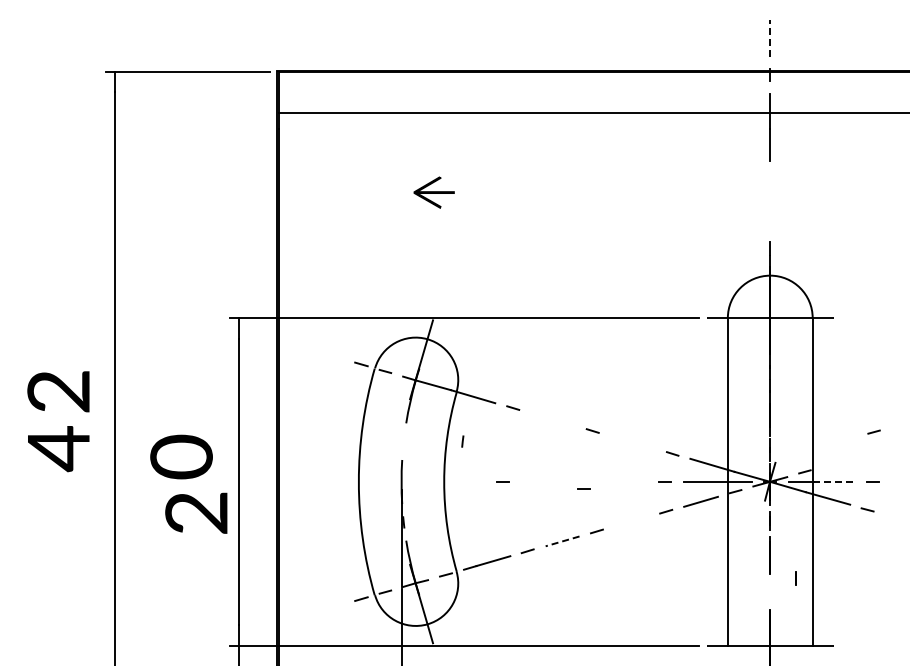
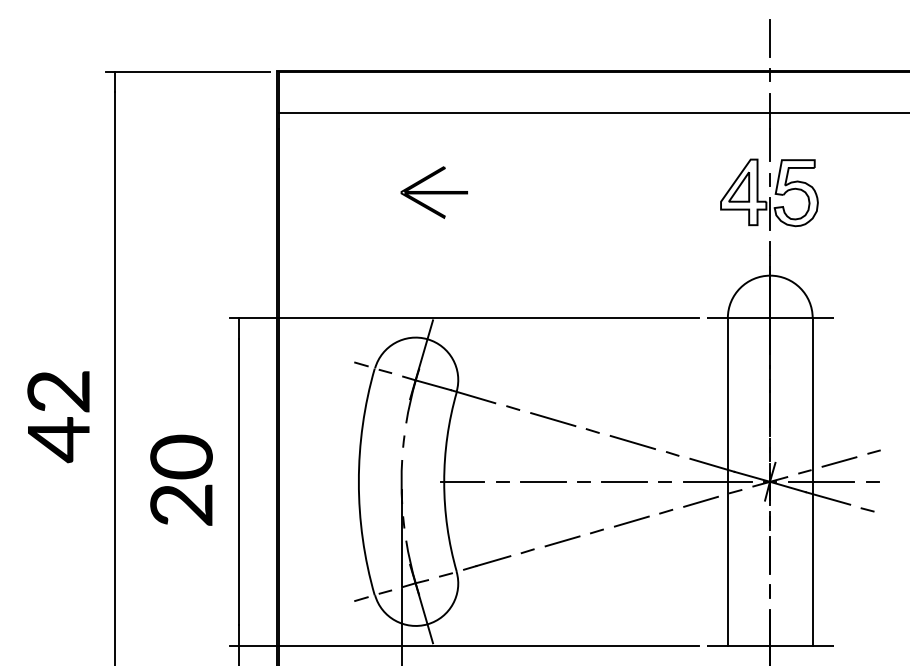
line at (769, 37): dashed -> solid
part at (433, 192) size: 42x33 px -> 68x53 px
part at (769, 194): none -> present
line at (553, 419): none -> present
line at (873, 431) position: (873, 431) -> (873, 451)
curve at (462, 441) position: (462, 441) -> (403, 441)
line at (632, 442): none -> present
text at (58, 449) position: (58, 449) -> (58, 440)
line at (839, 461): none -> present
line at (462, 481): none -> present
line at (543, 481): none -> present
line at (624, 481): none -> present
line at (833, 481): dashed -> solid
line at (583, 488) position: (583, 488) -> (583, 481)
text at (196, 512) position: (196, 512) -> (181, 504)
line at (631, 521): none -> present
line at (562, 541): dashed -> solid
line at (795, 578) position: (795, 578) -> (769, 591)
